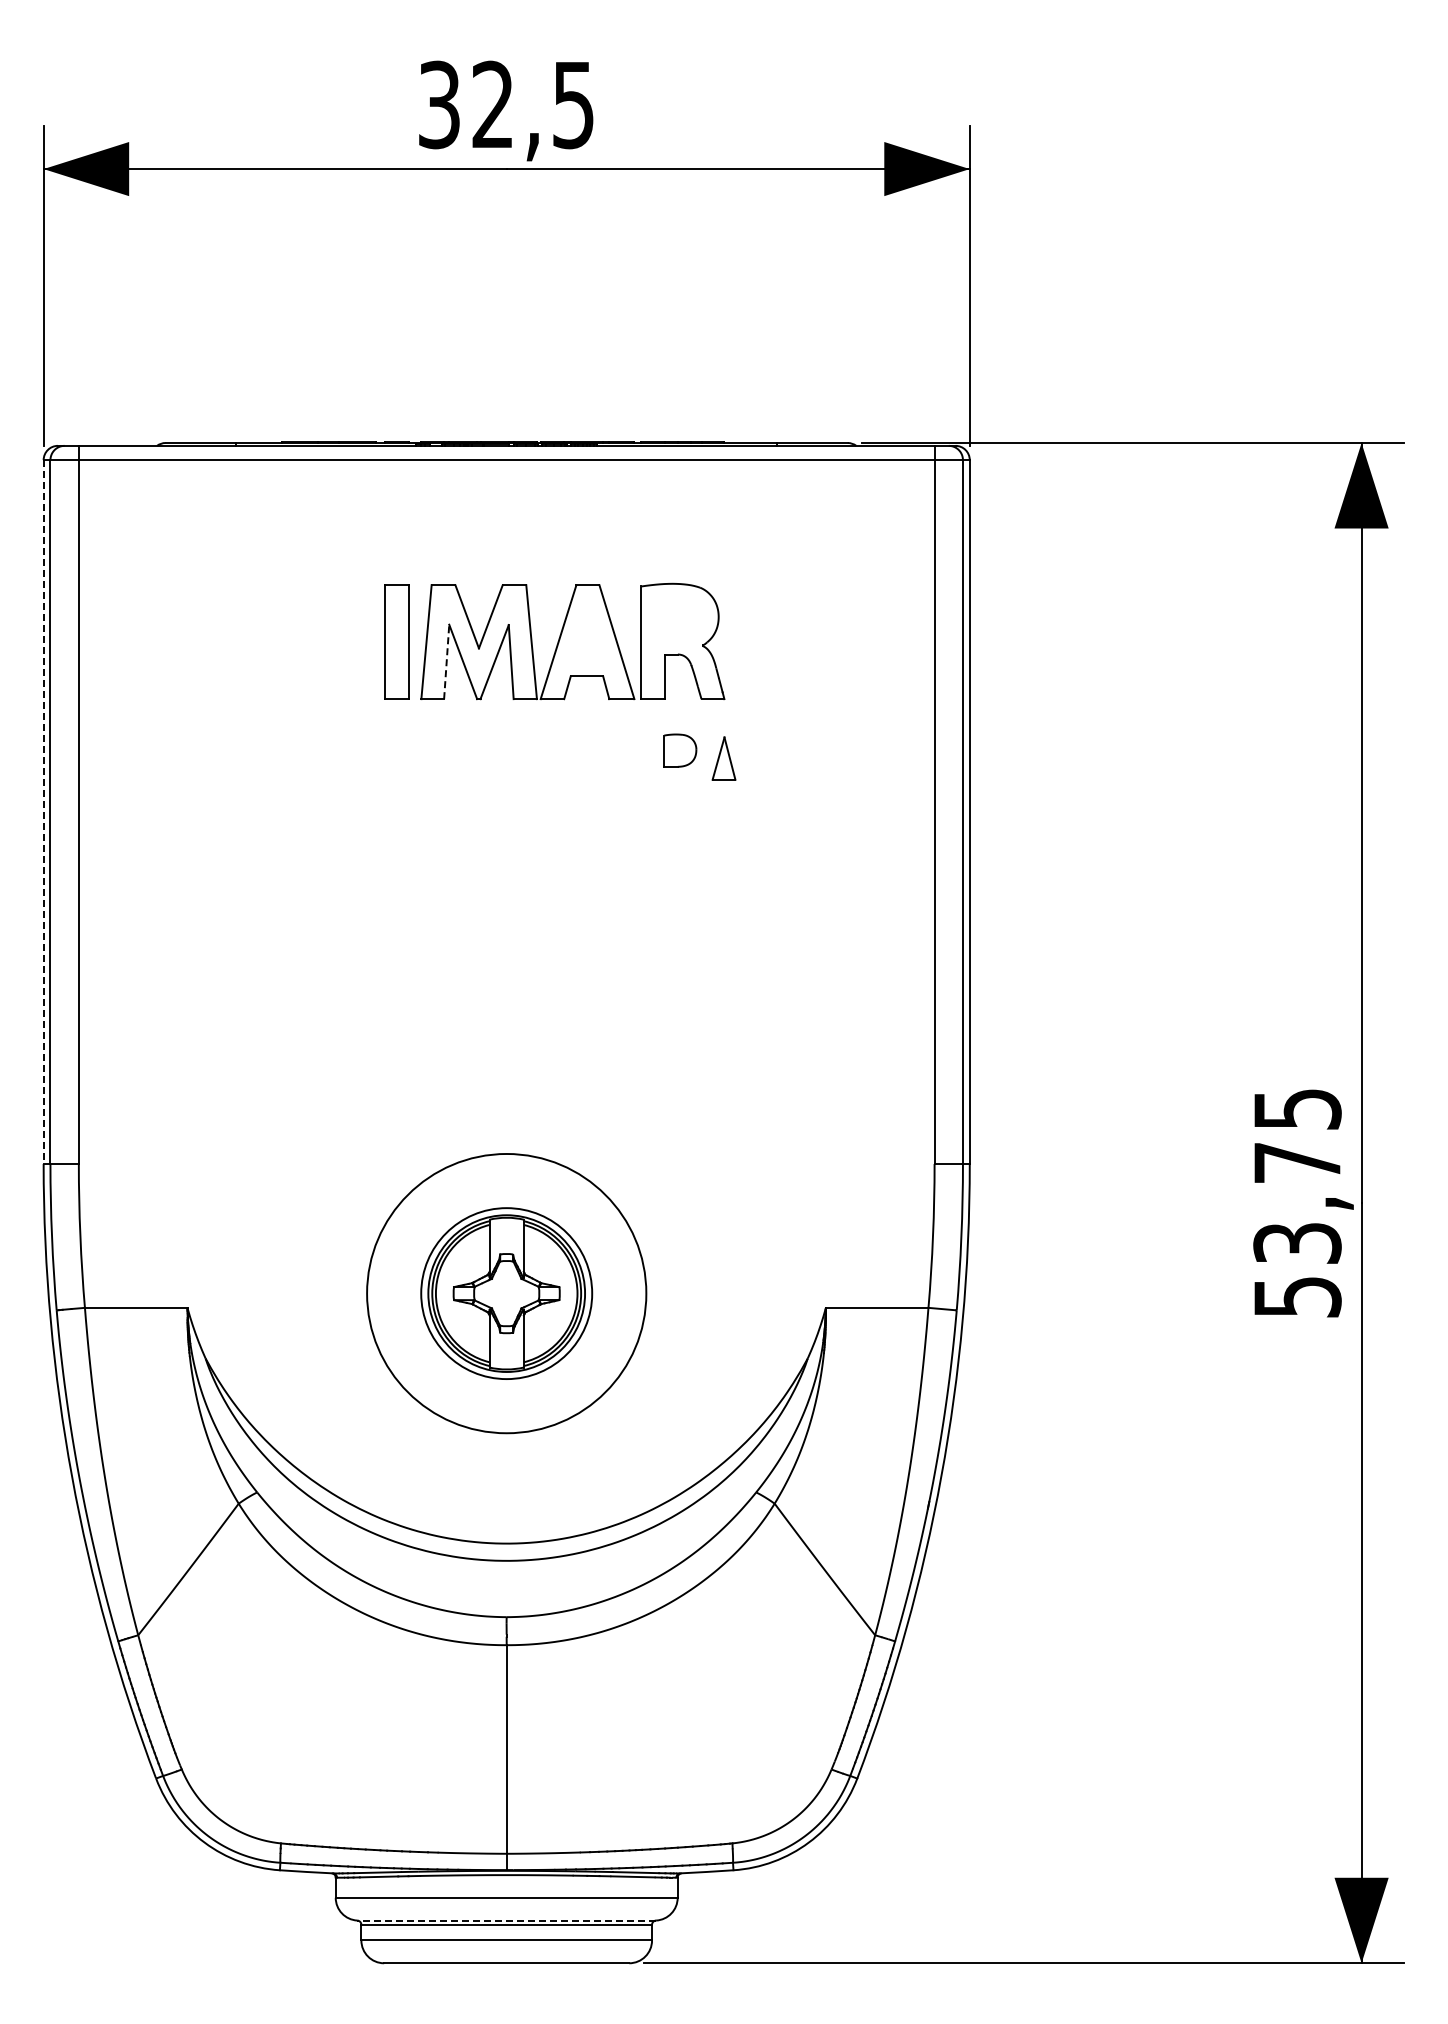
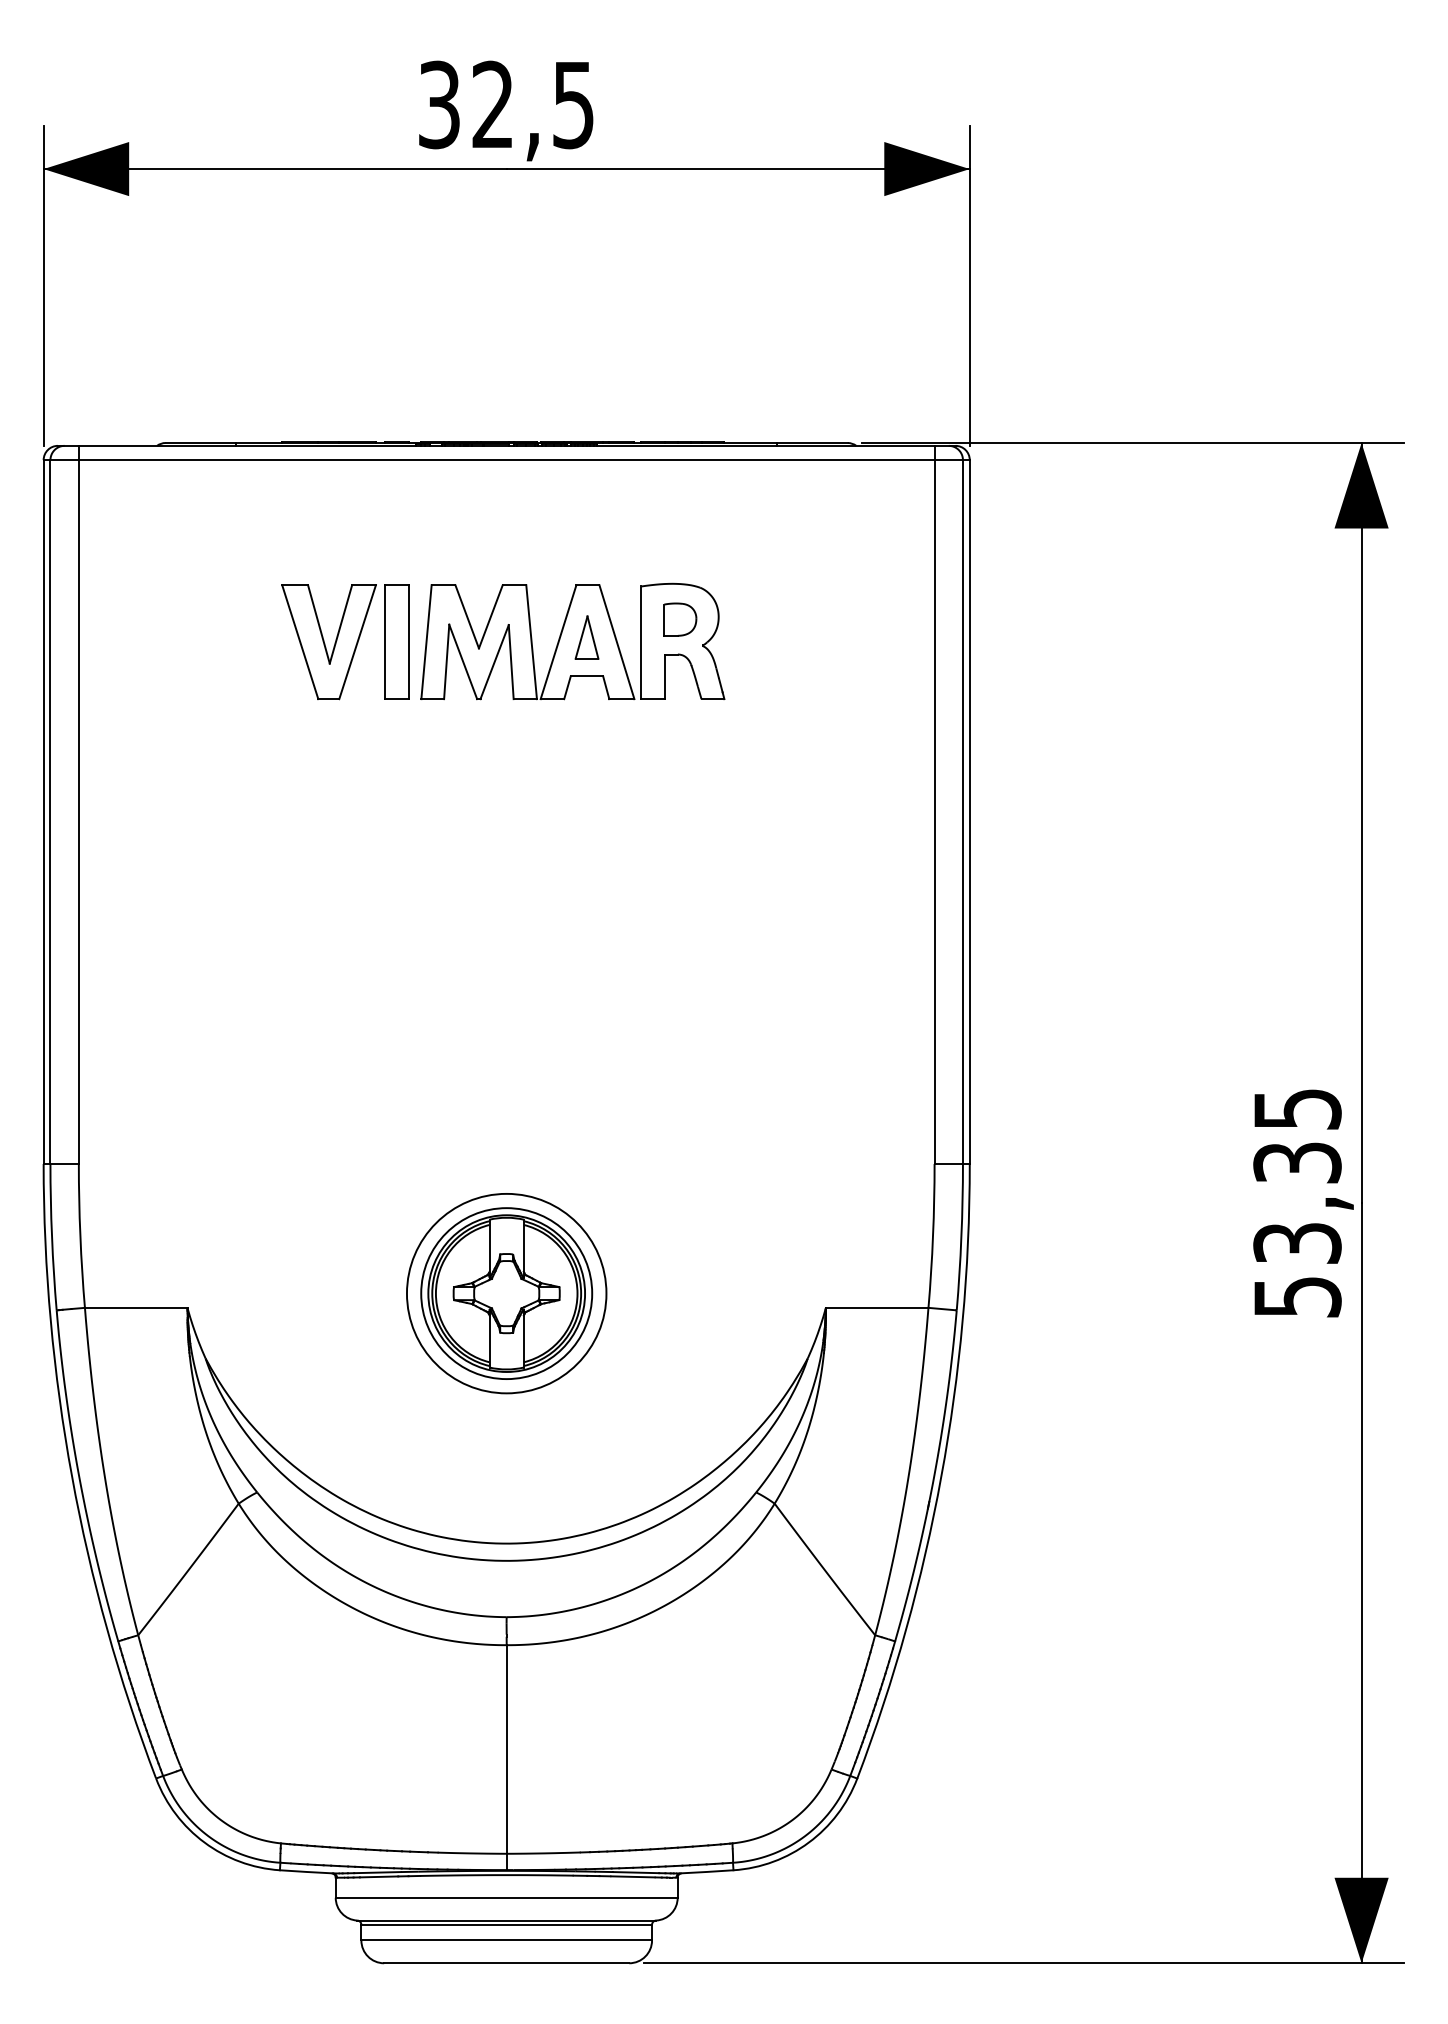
part at (328, 642): none -> present
line at (446, 661): dashed -> solid
part at (680, 750) position: (680, 750) -> (680, 619)
part at (723, 758) position: (723, 758) -> (586, 637)
line at (43, 812): dashed -> solid
text at (1297, 1162): 53,75 -> 53,35
circle at (506, 1293) diameter: 279 px -> 199 px
line at (506, 1920): dashed -> solid
